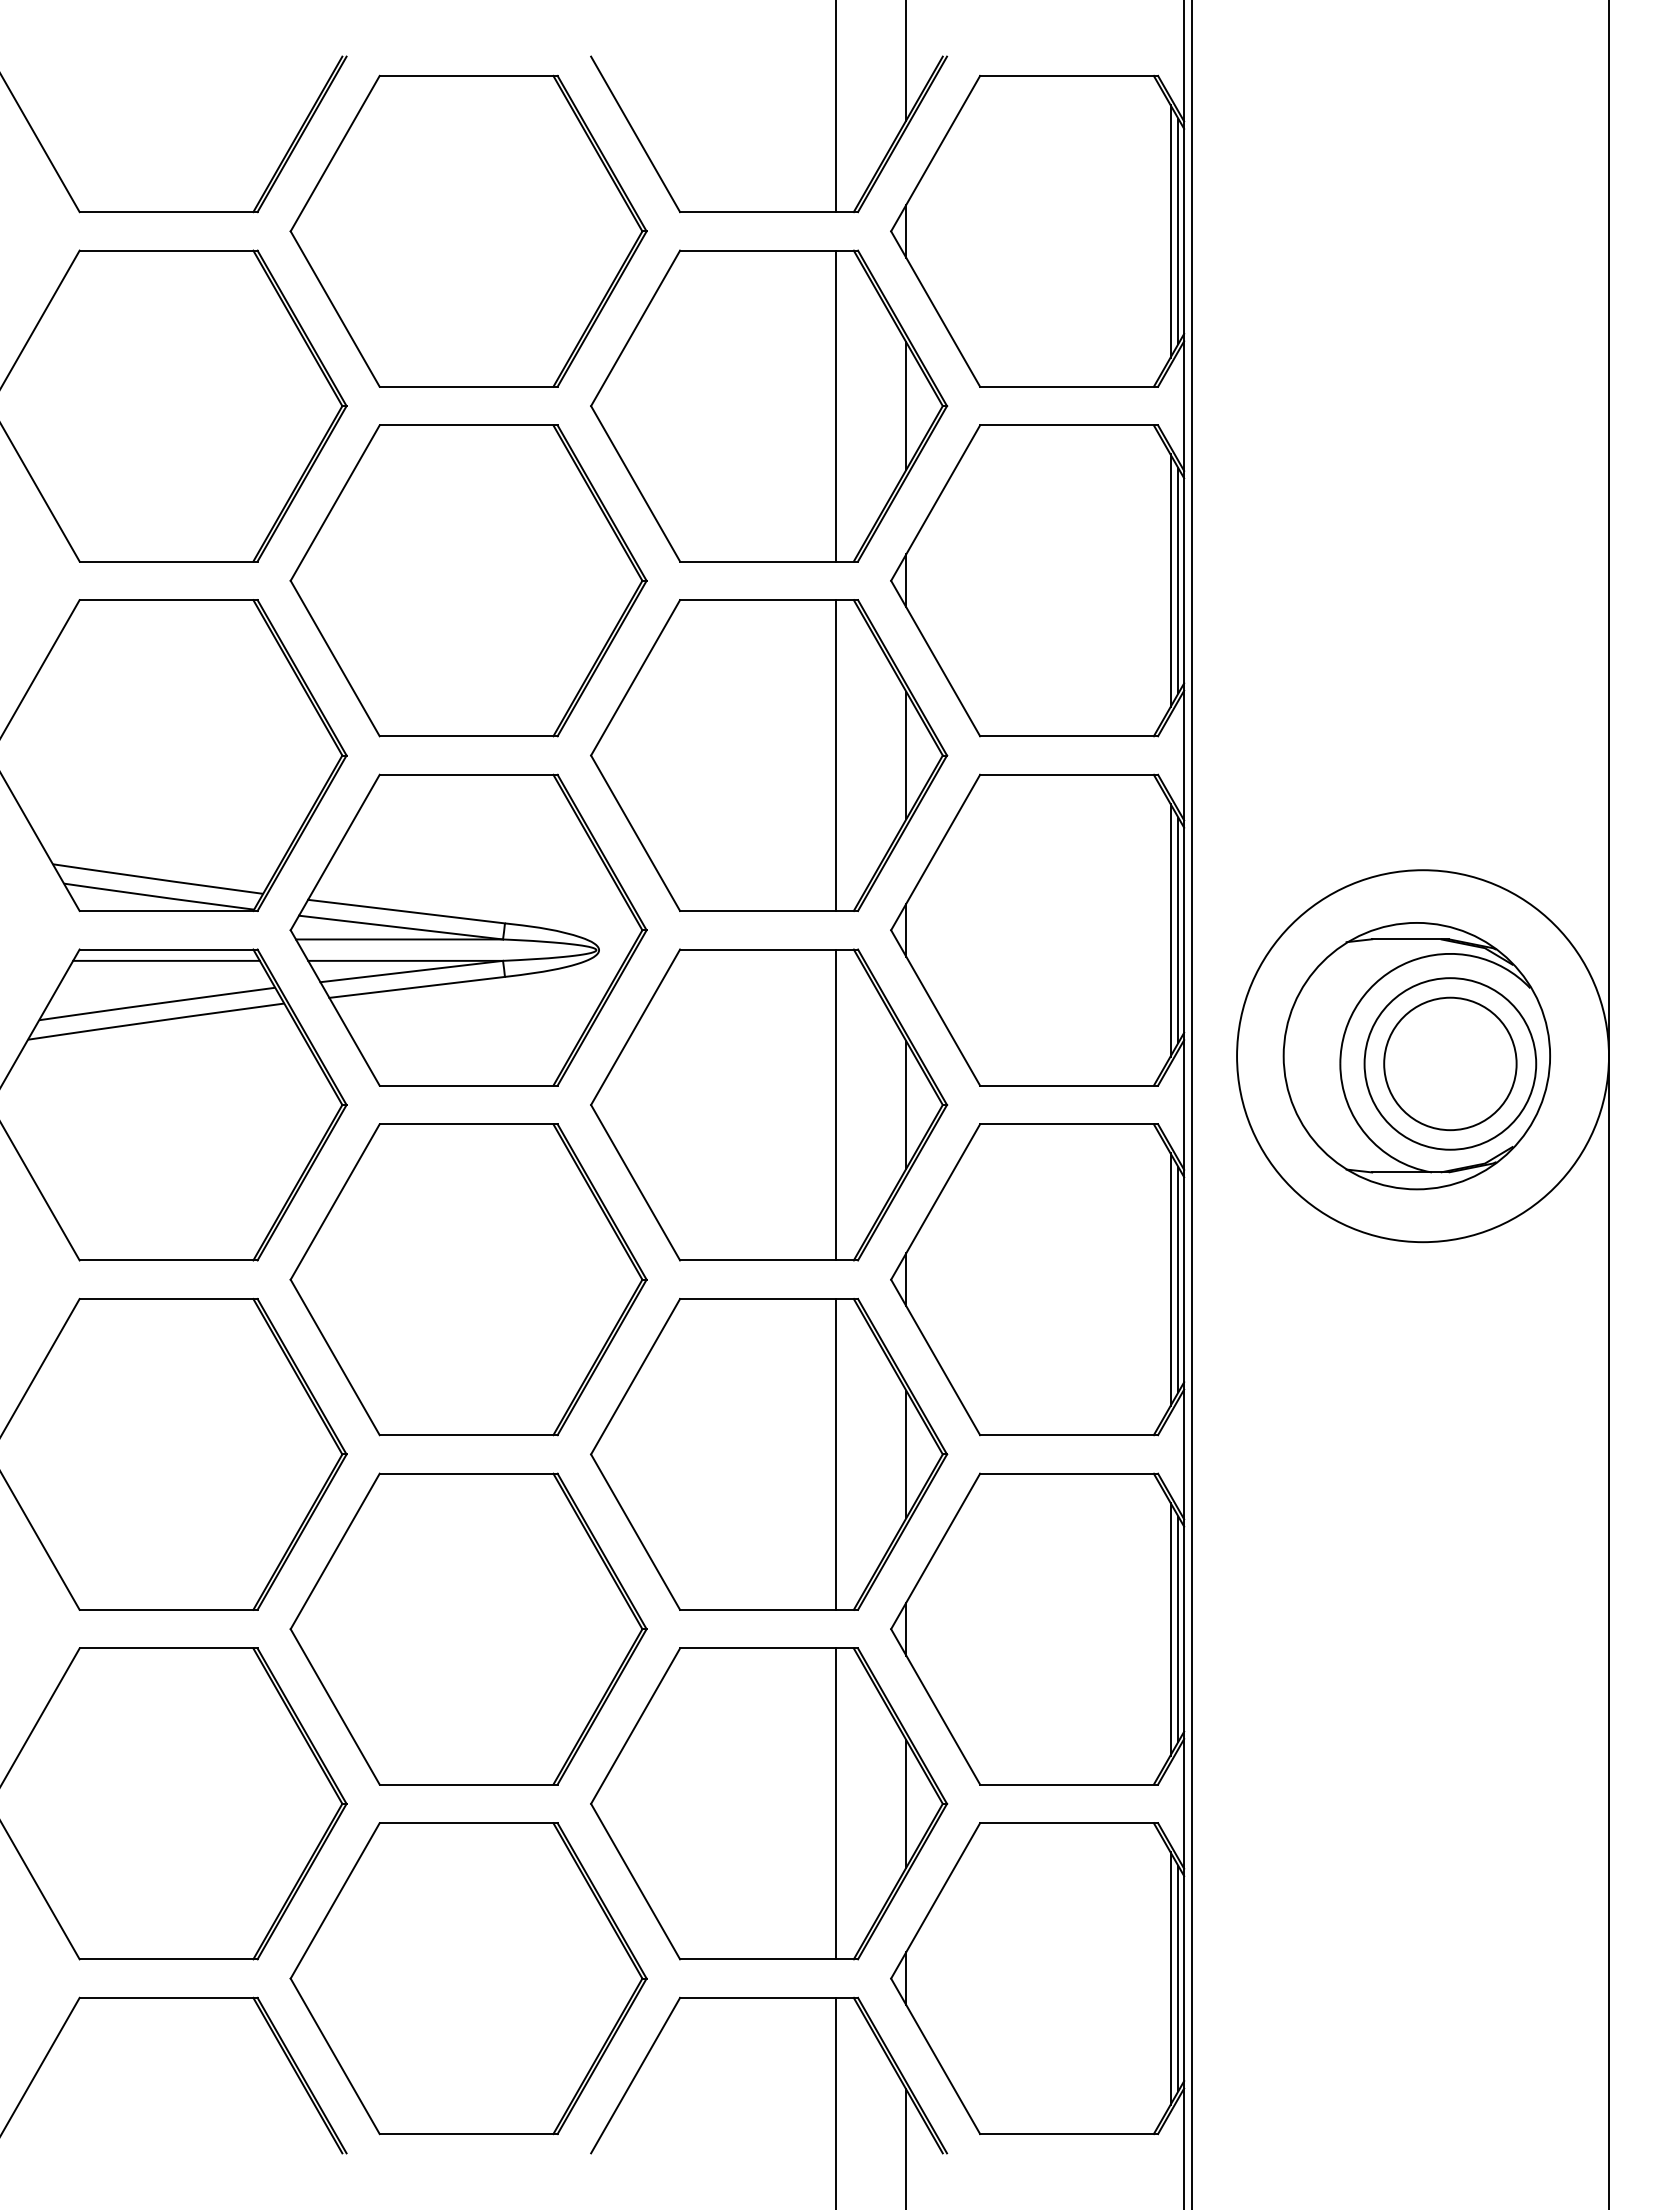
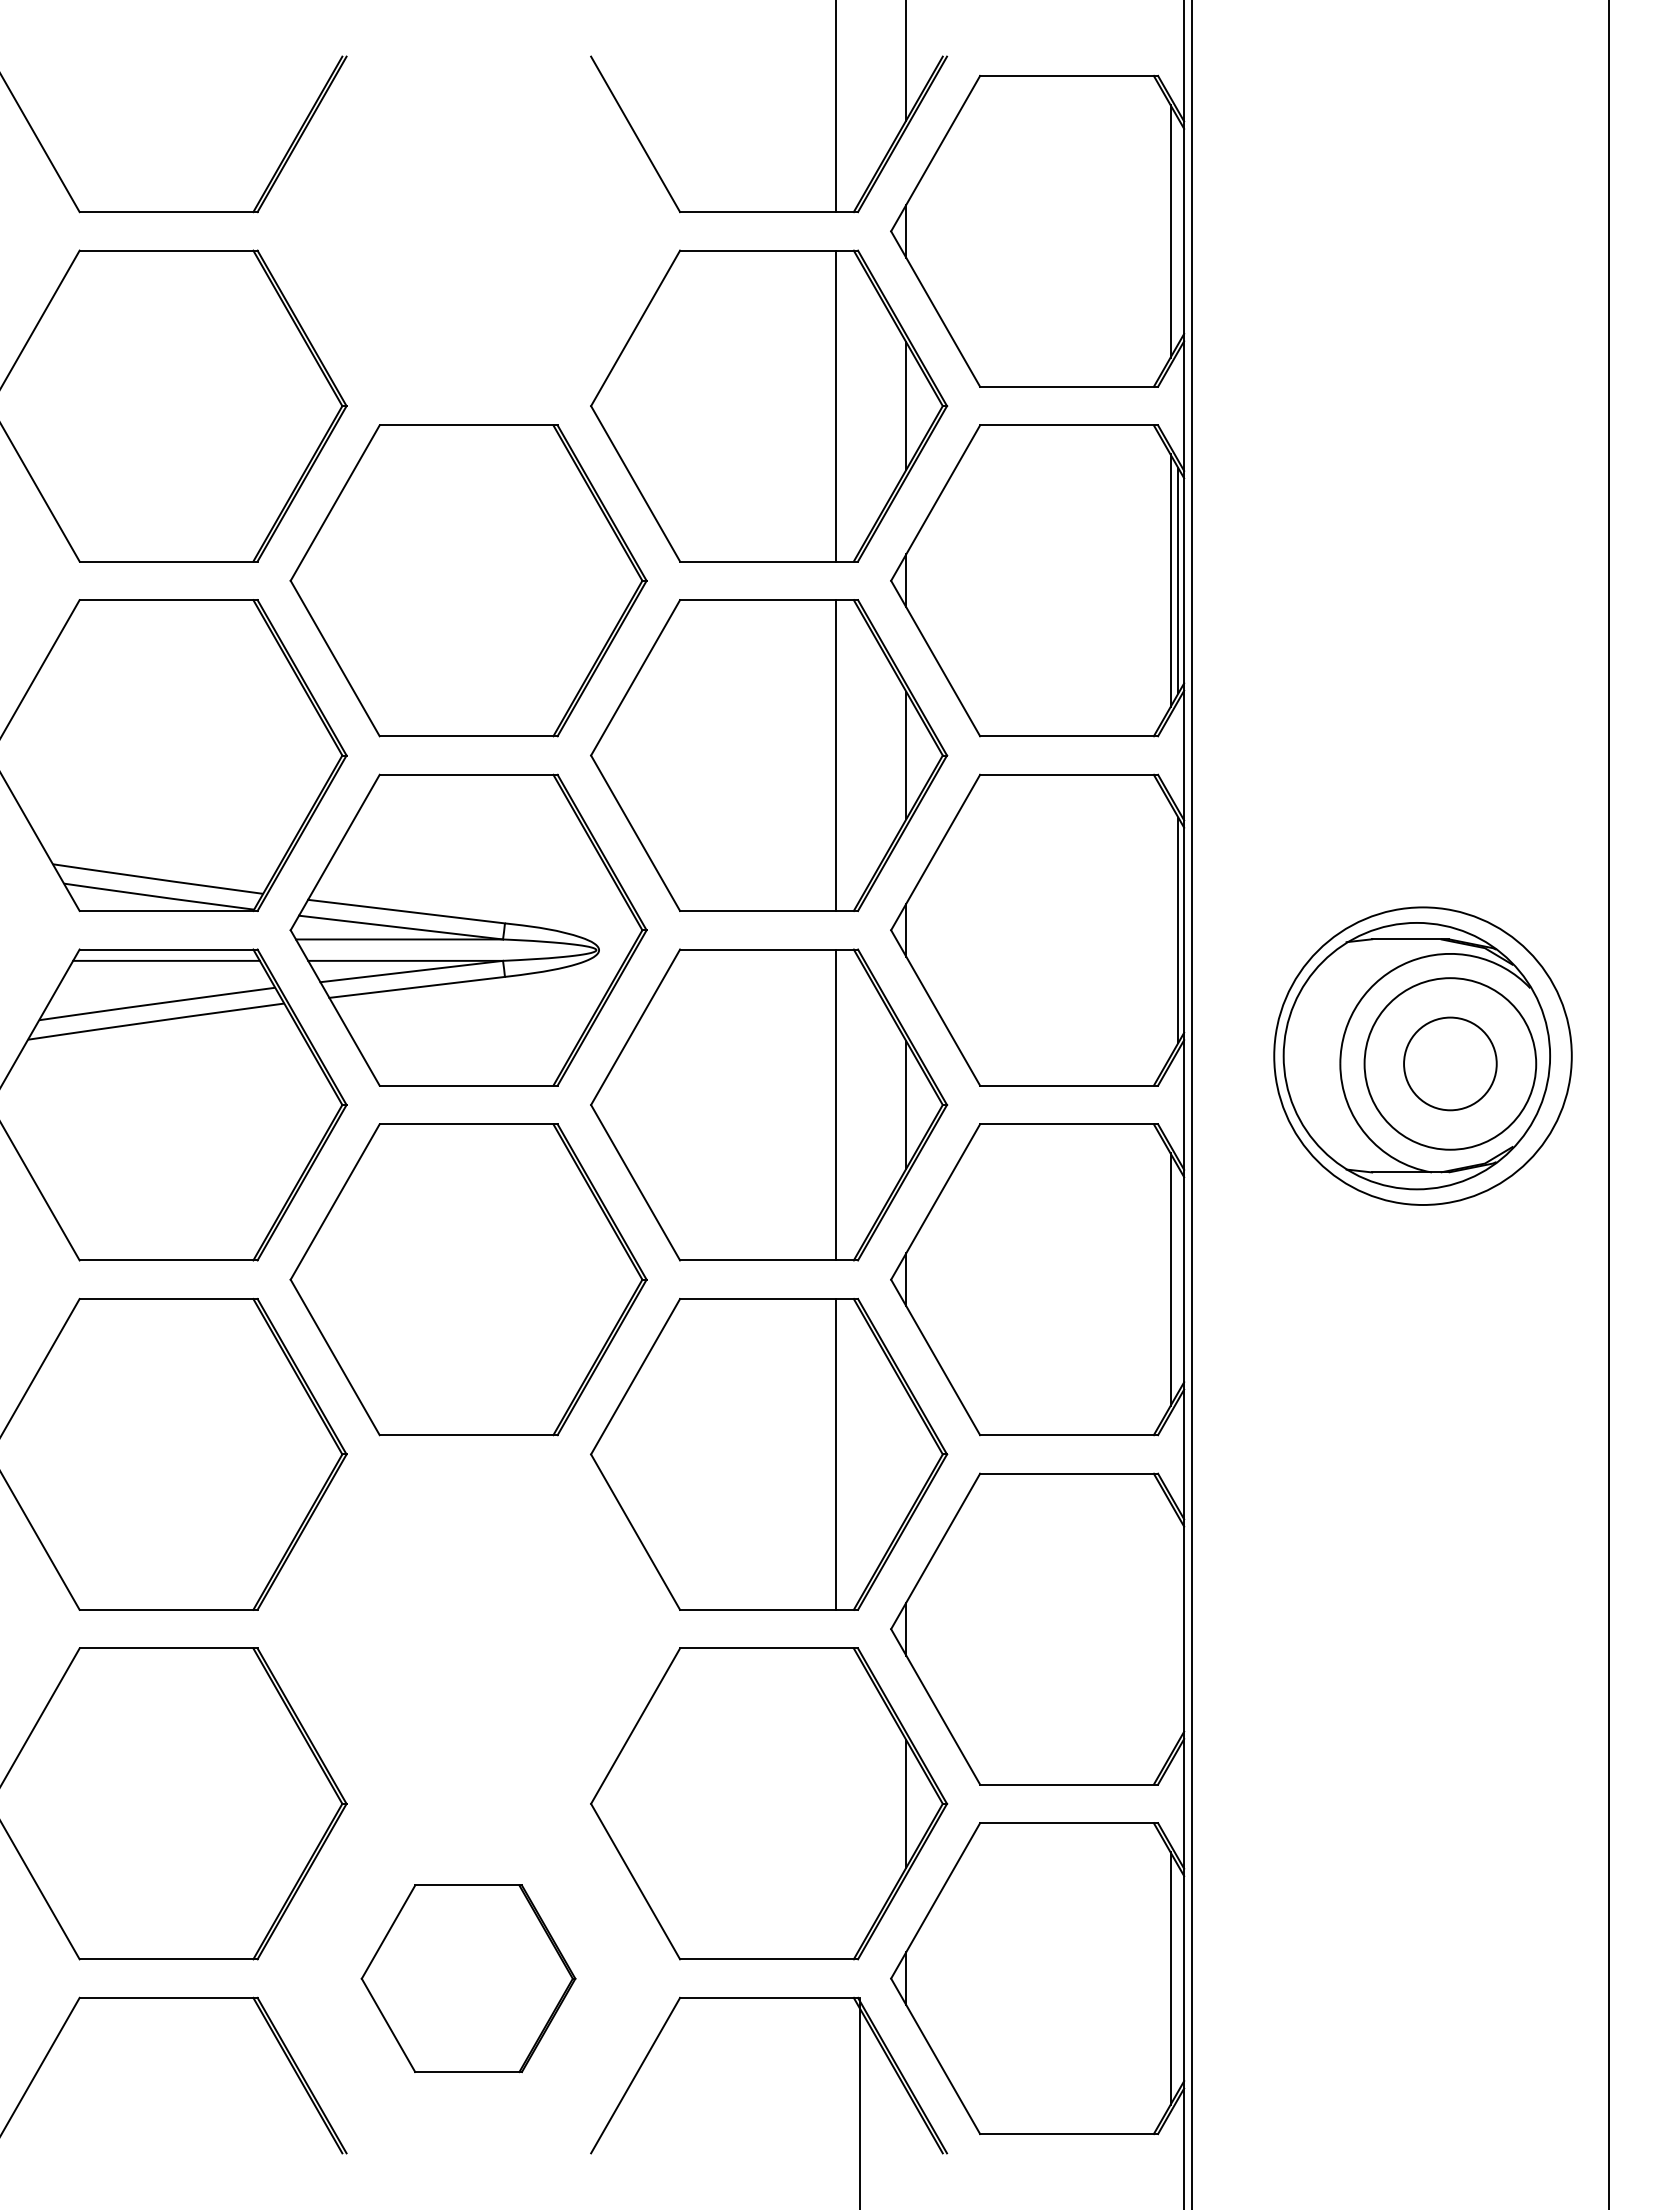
part at (468, 230): present -> none
line at (1178, 230): present -> none
line at (1170, 929): present -> none
circle at (1423, 1056) diameter: 372 px -> 298 px
circle at (1450, 1063) diameter: 132 px -> 93 px
line at (1178, 1279): present -> none
line at (906, 1454): present -> none
part at (468, 1628): present -> none
line at (1170, 1628): present -> none
line at (1178, 1628): present -> none
line at (836, 1803): present -> none
part at (468, 1978) size: 359x314 px -> 217x190 px
line at (1178, 1978): present -> none
line at (836, 2101) position: (836, 2101) -> (860, 2101)
line at (906, 2147): present -> none
